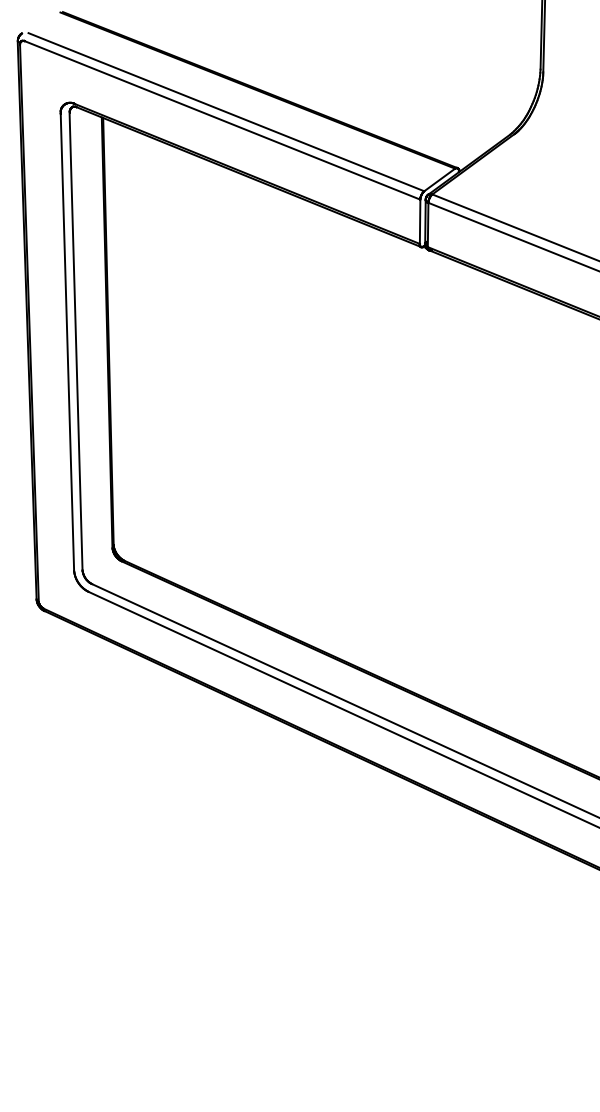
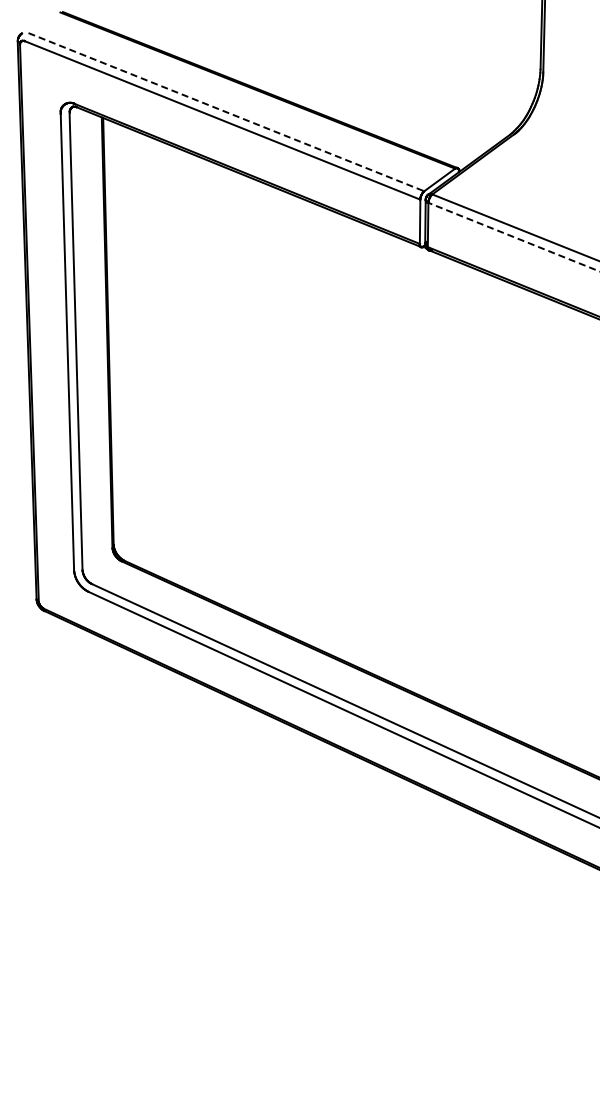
line at (226, 112): solid -> dashed
line at (513, 236): solid -> dashed
